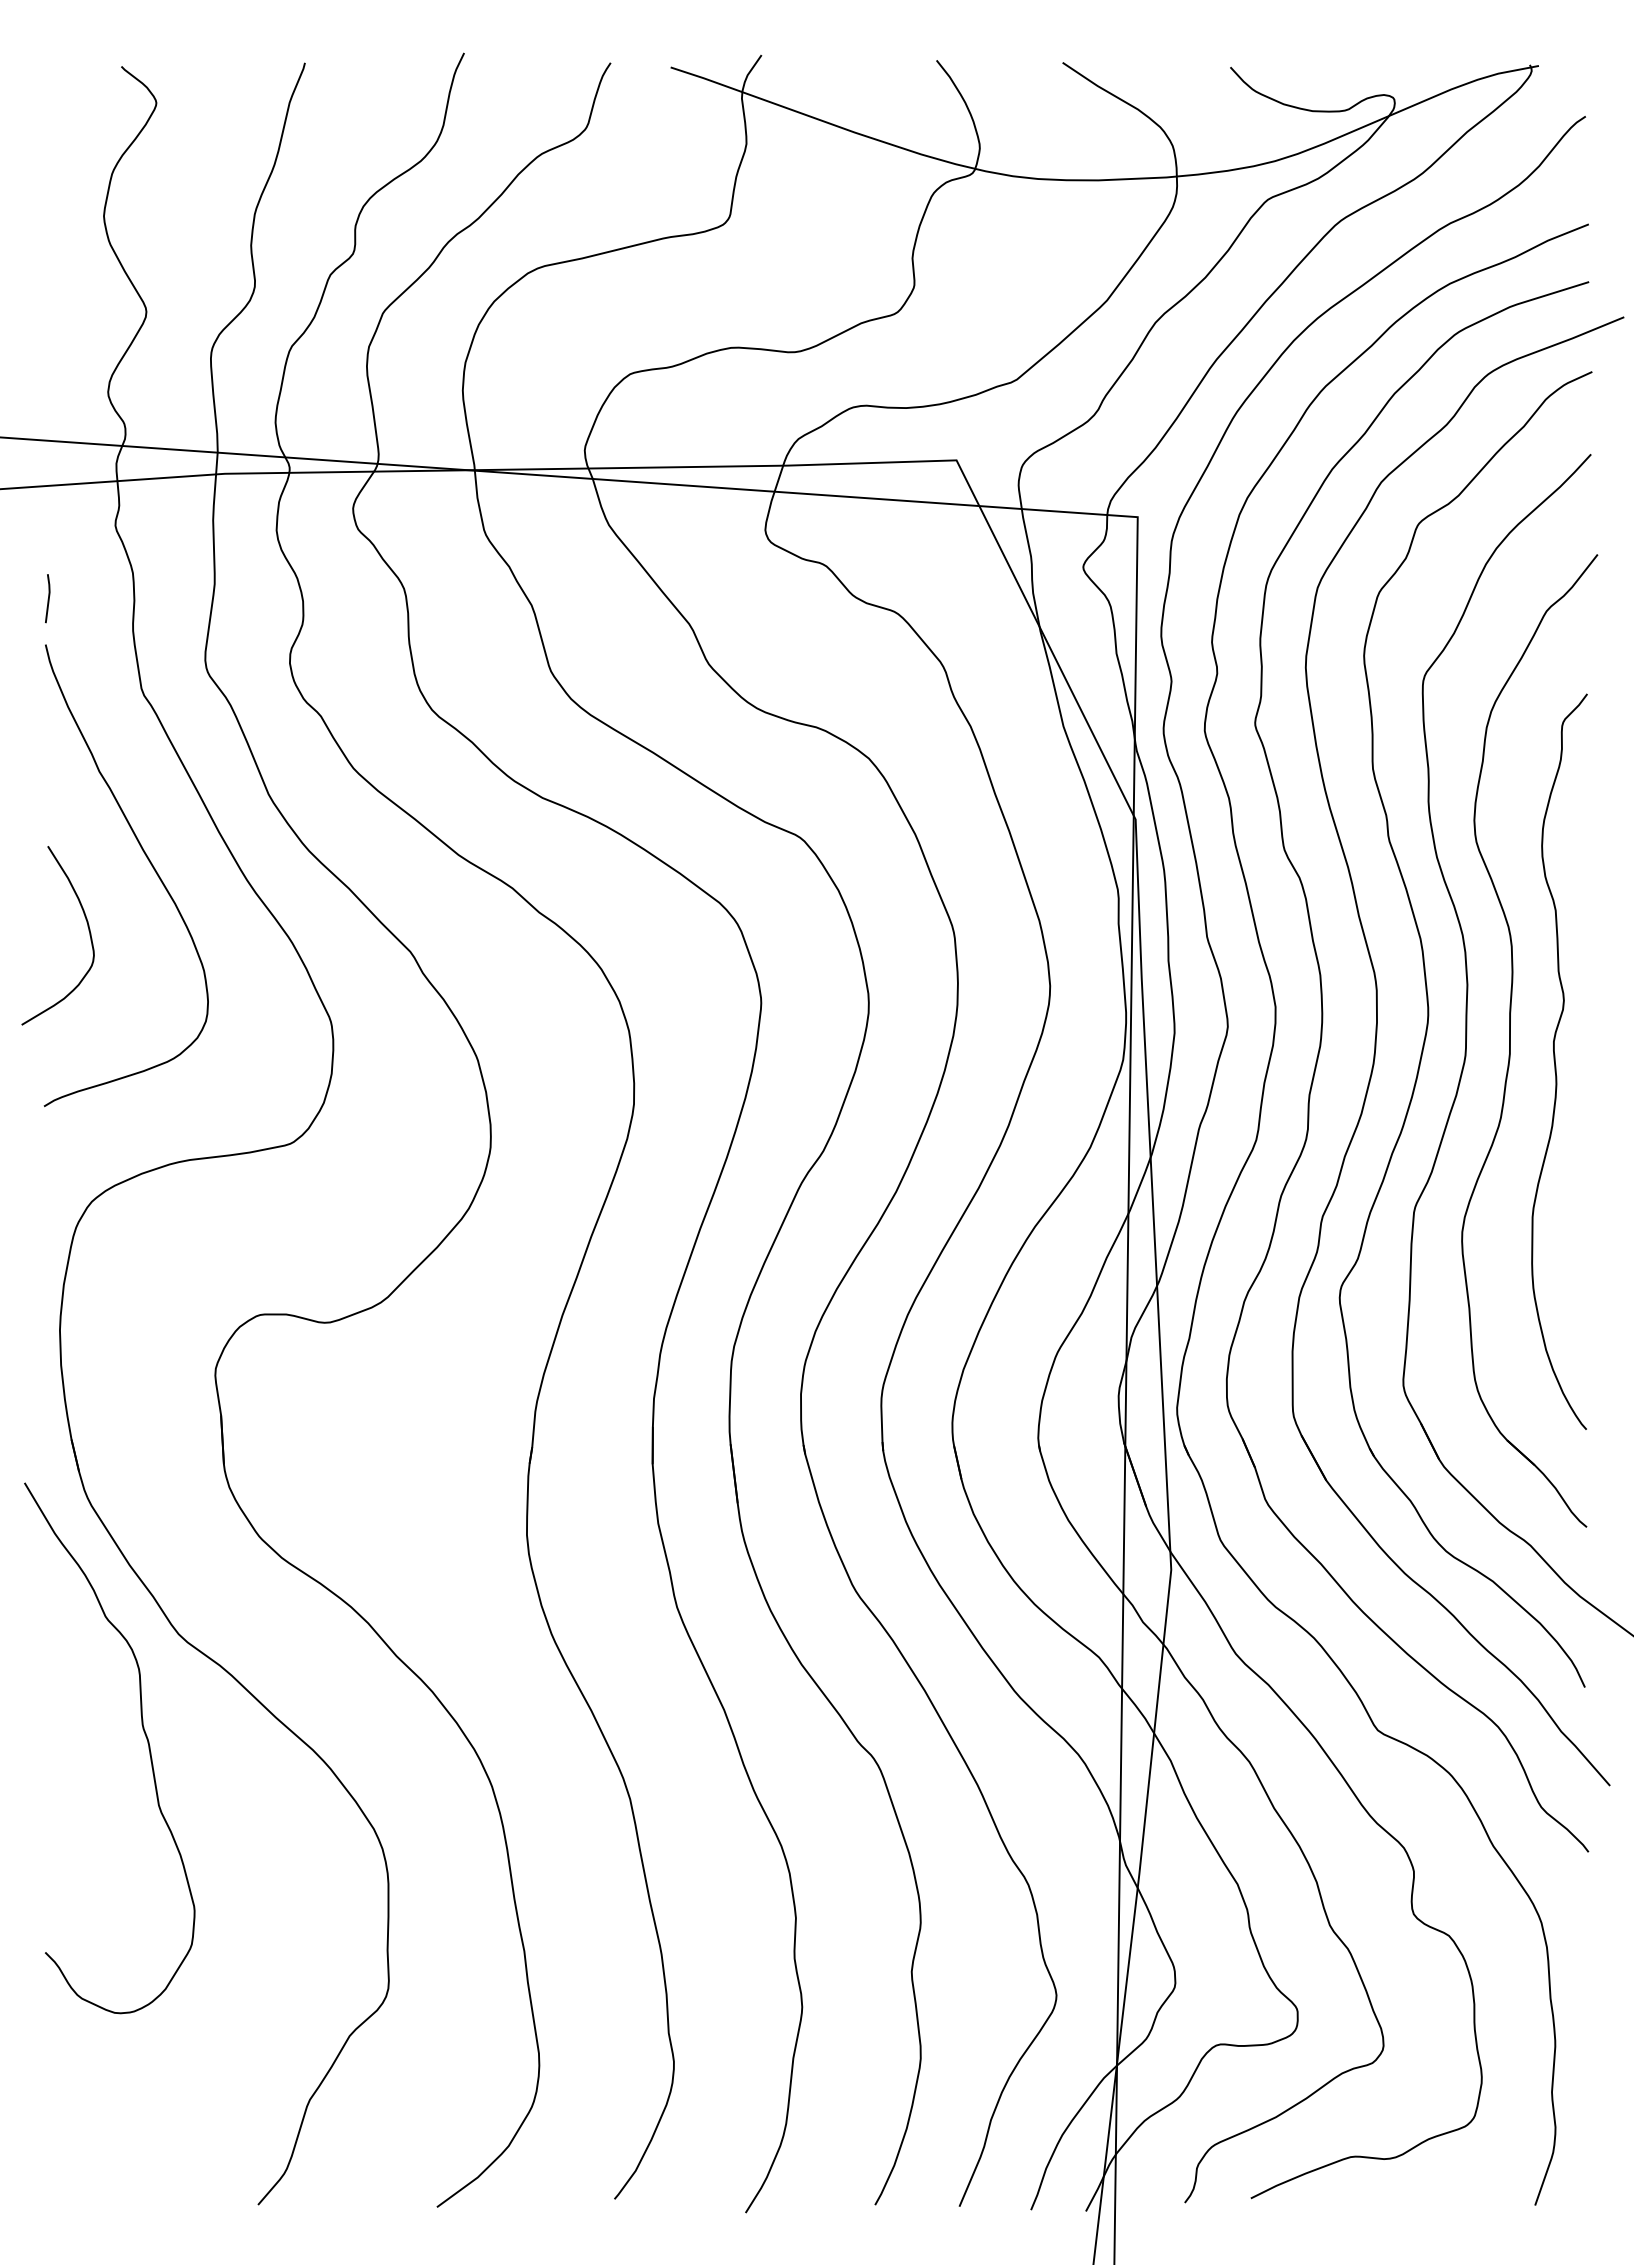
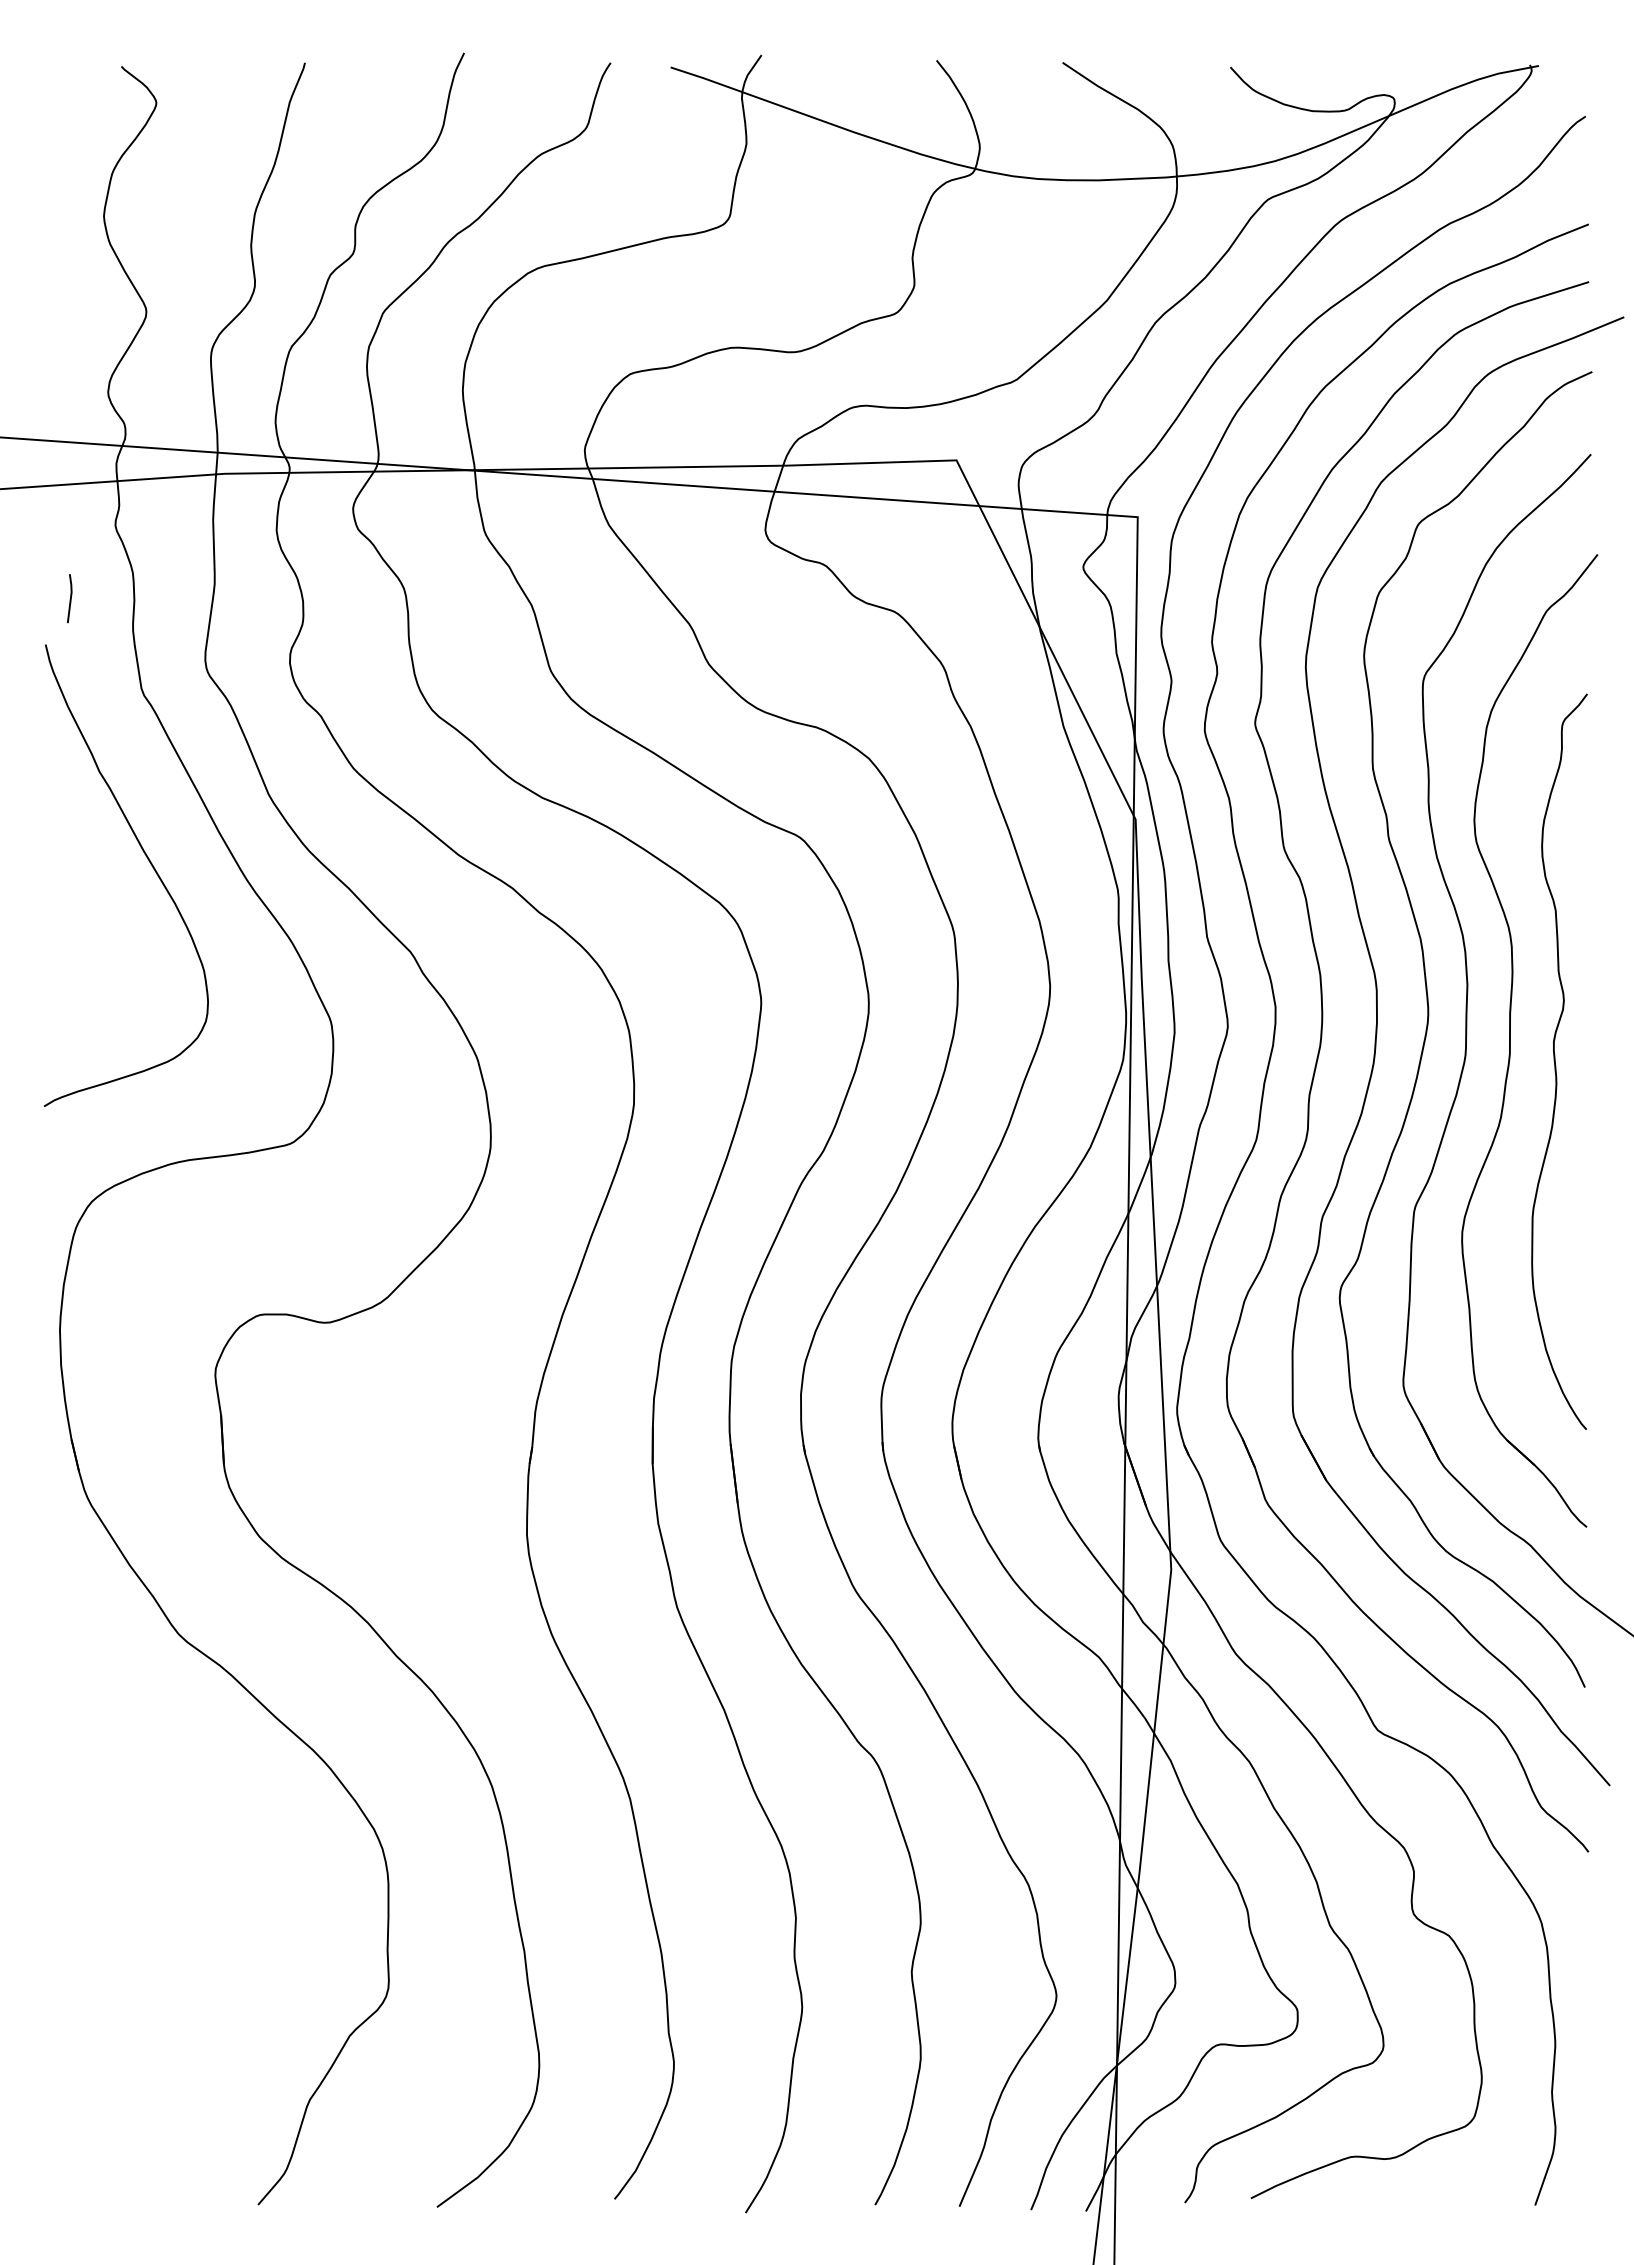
line at (48, 598) position: (48, 598) -> (70, 598)
curve at (87, 926): present -> none
curve at (144, 1734): present -> none
